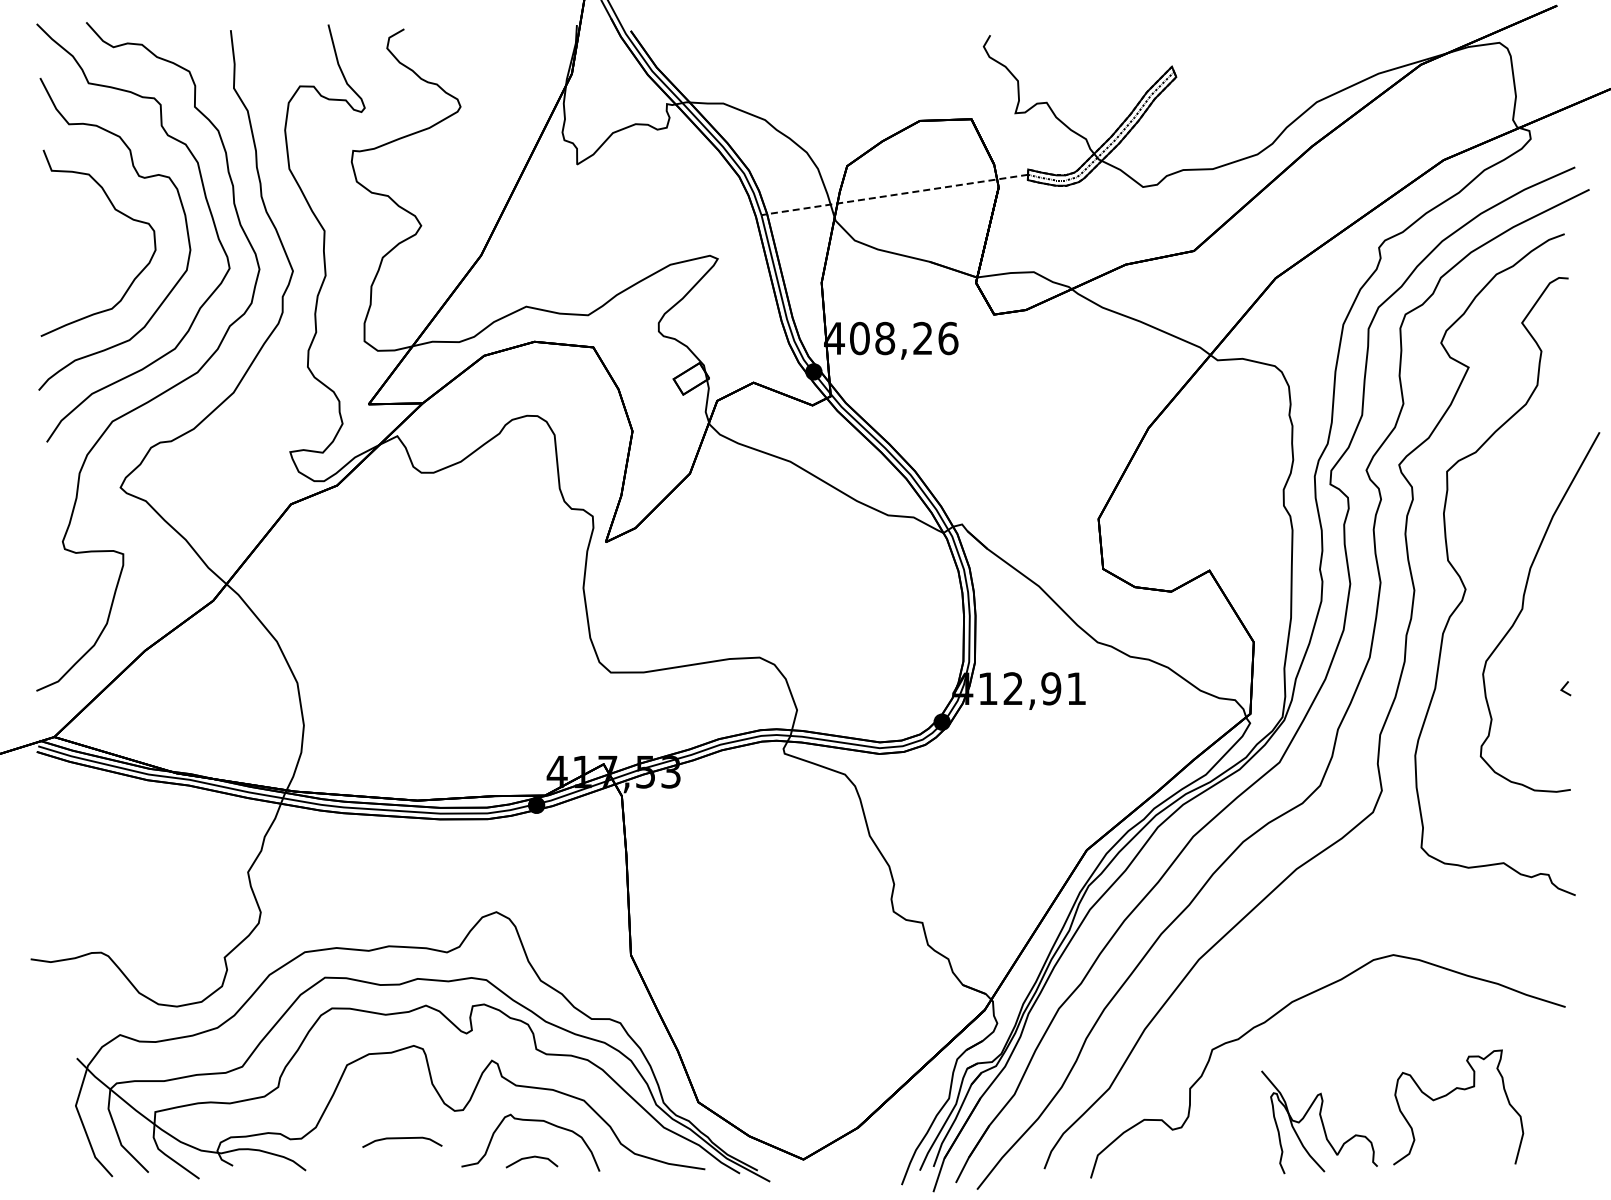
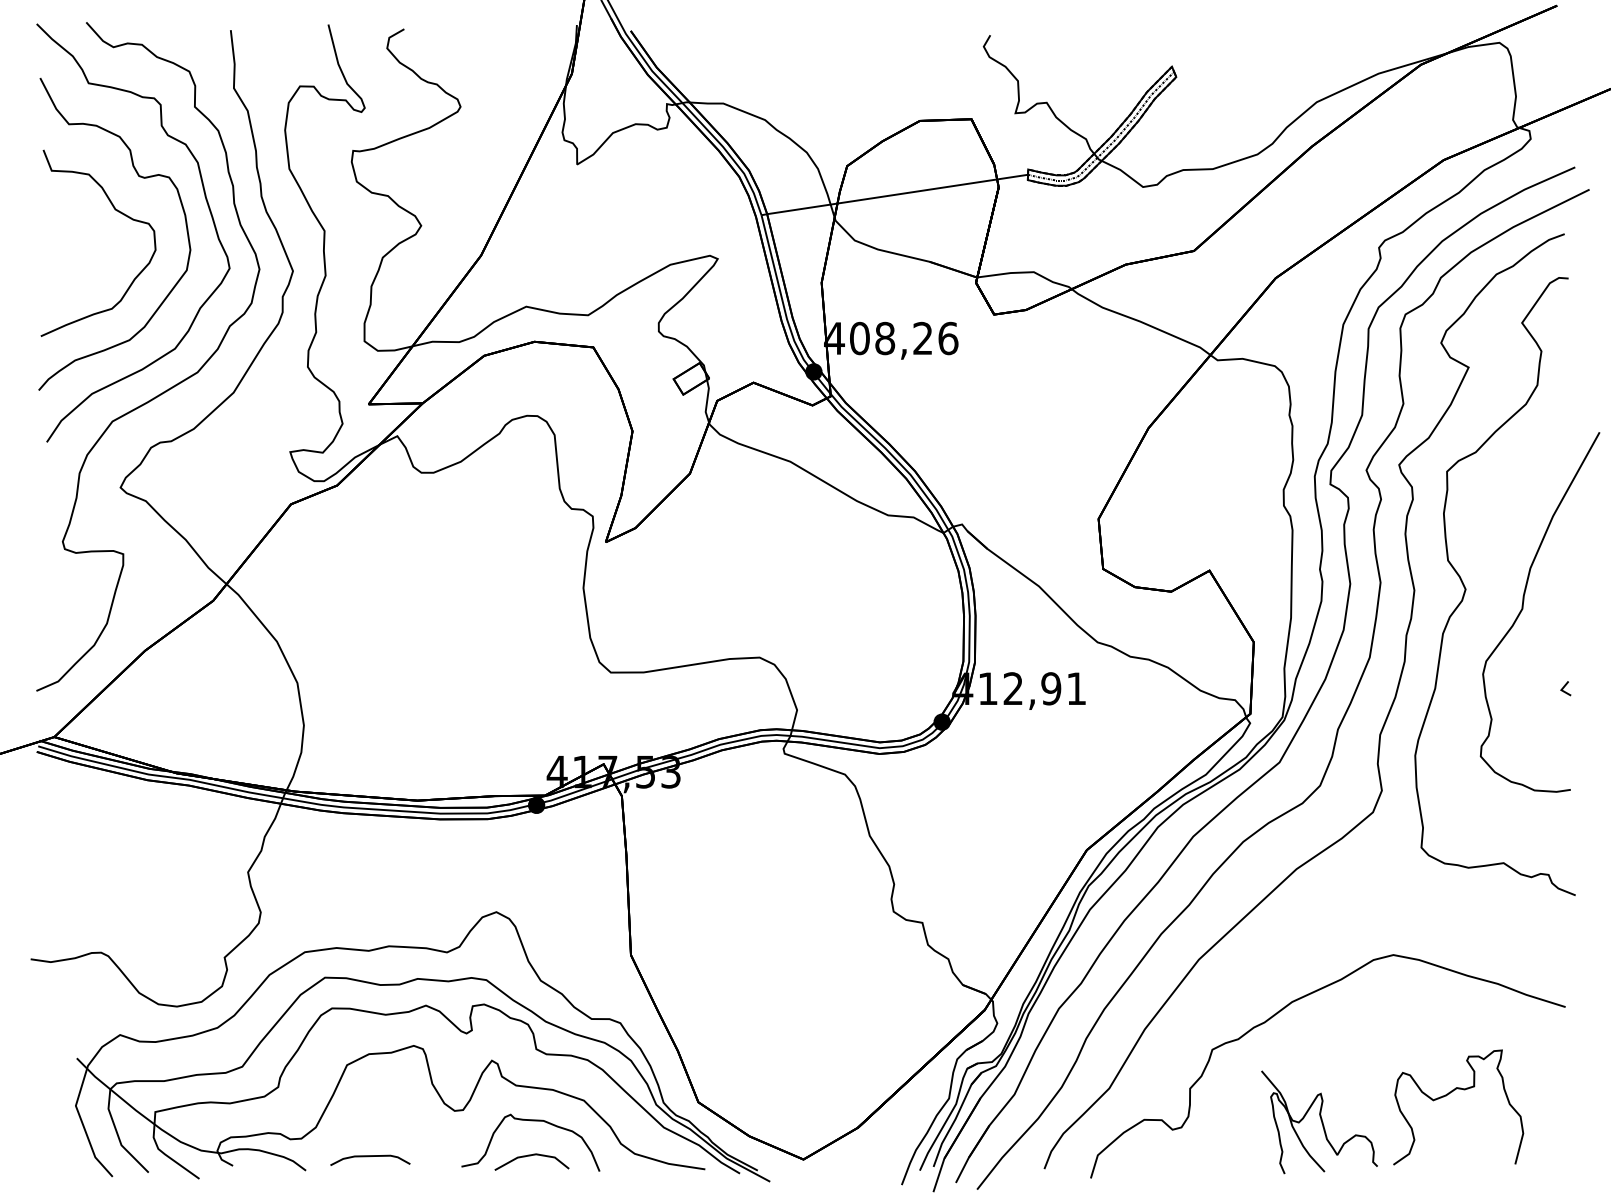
line at (897, 194): dashed -> solid
curve at (400, 1139) position: (400, 1139) -> (368, 1157)
part at (531, 1161) size: 54x14 px -> 76x18 px
